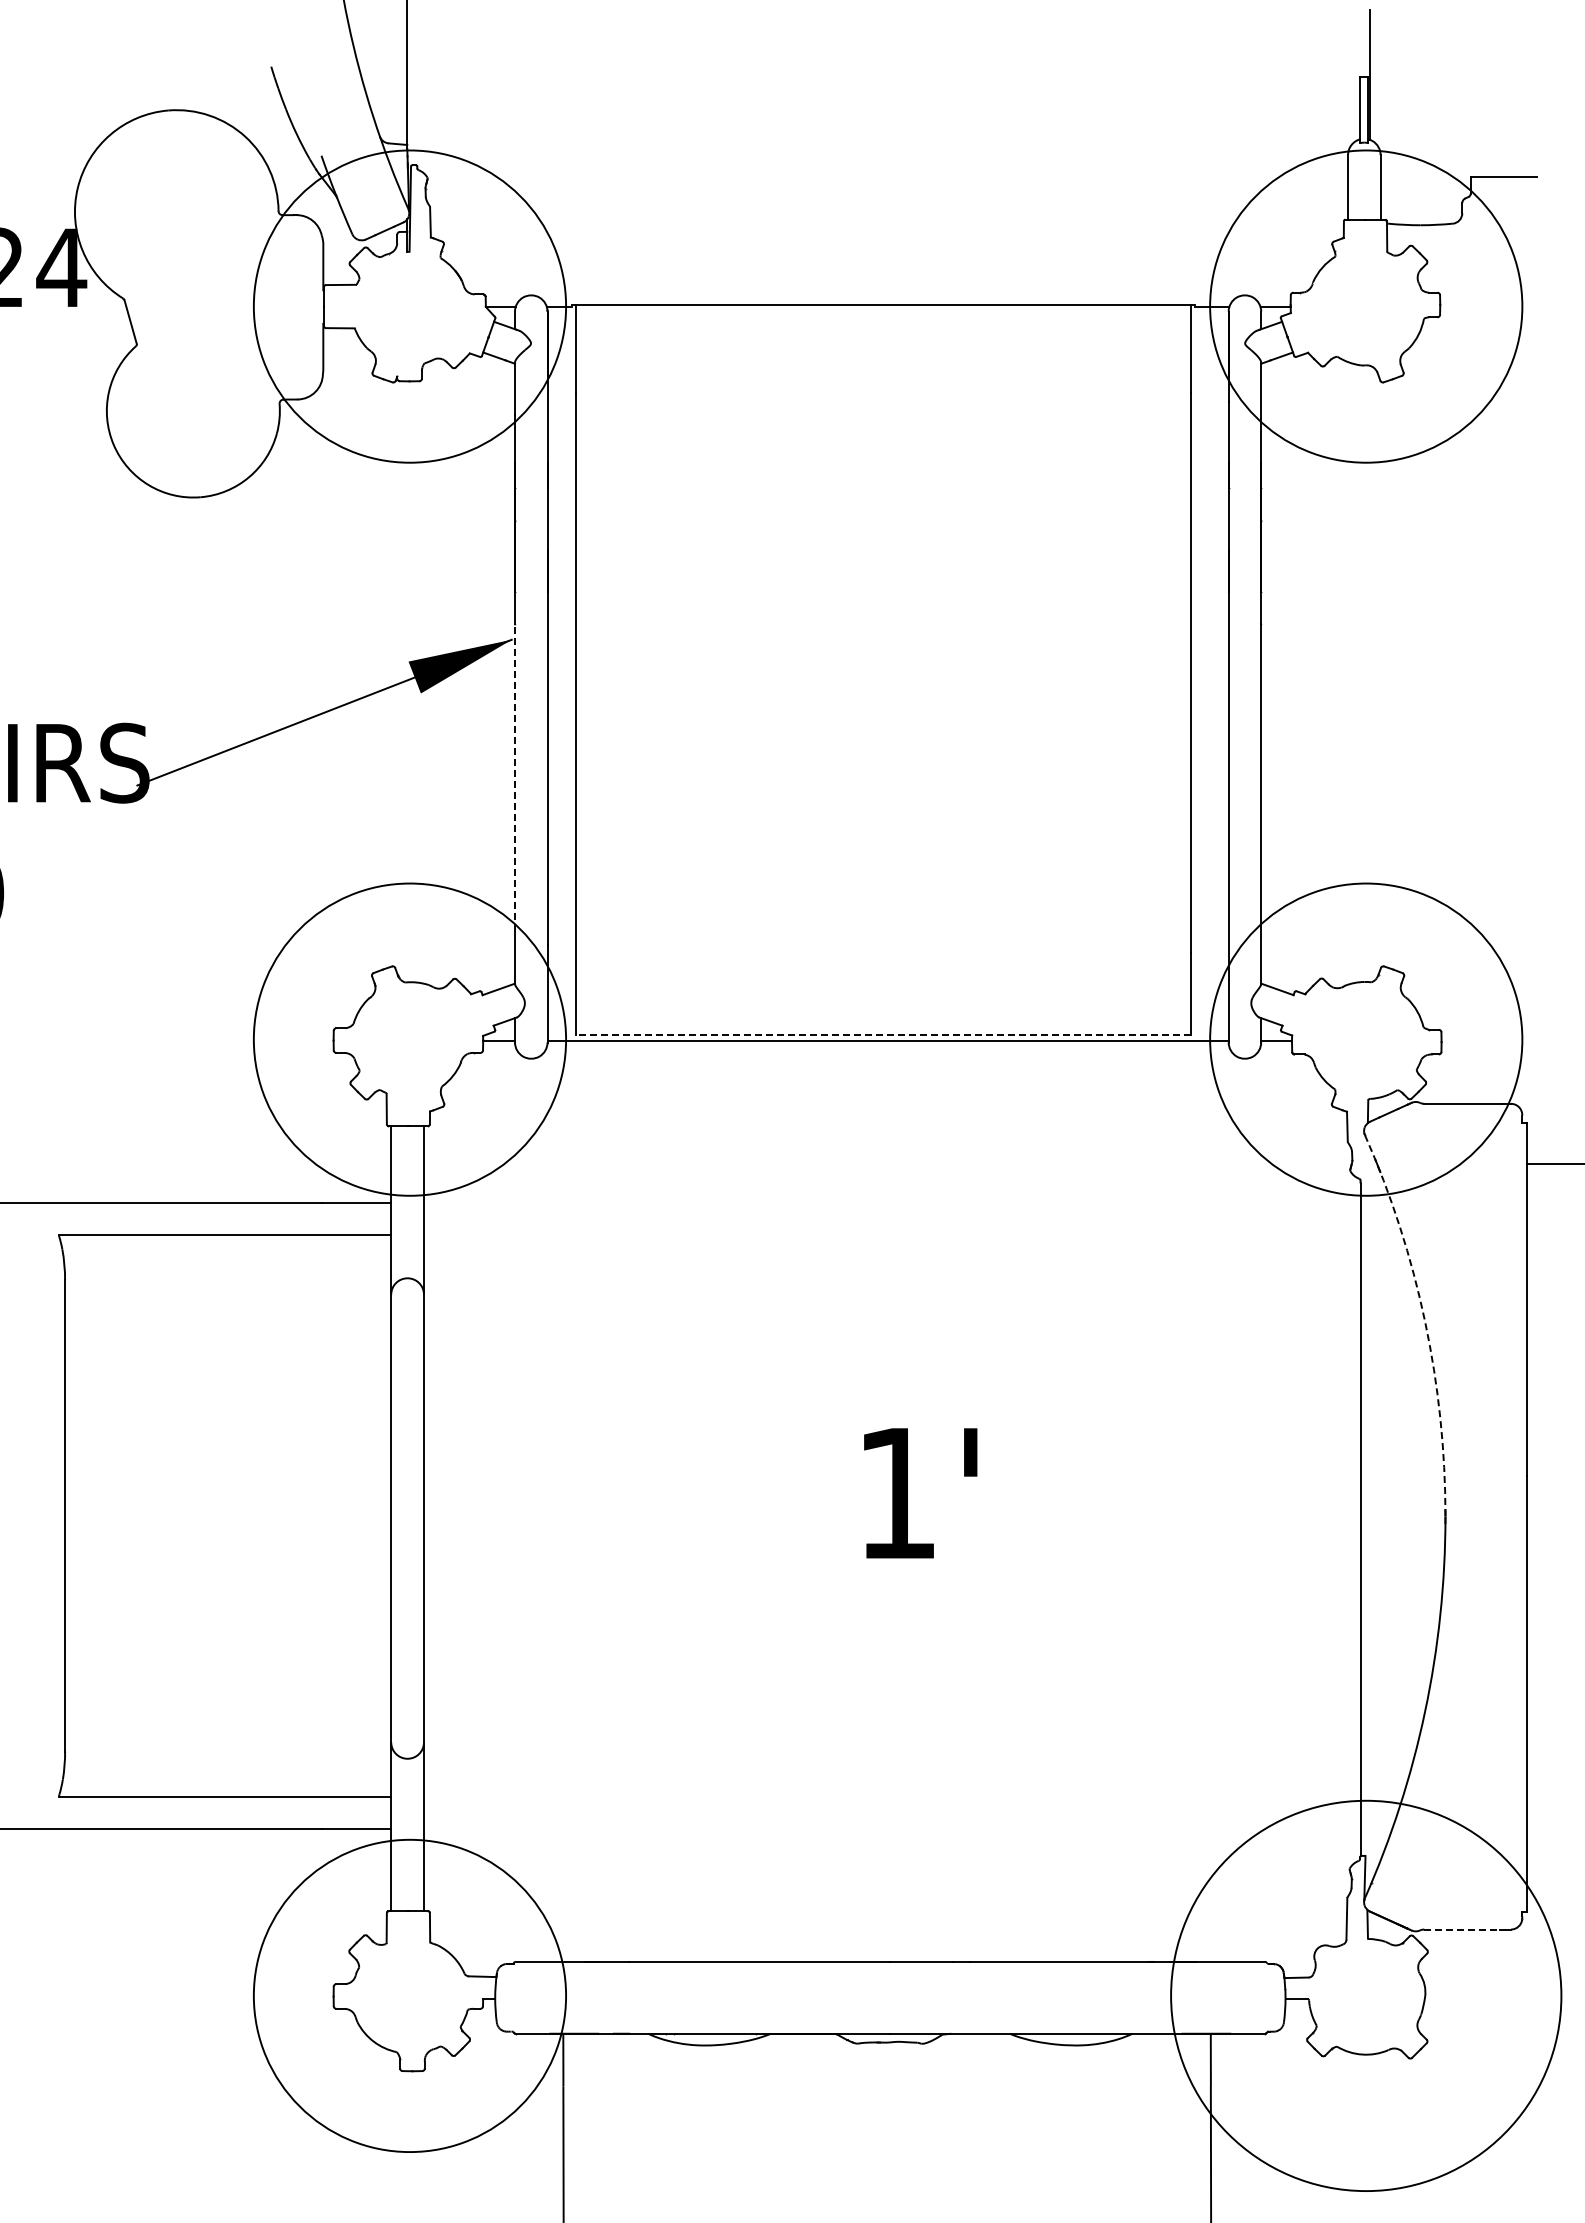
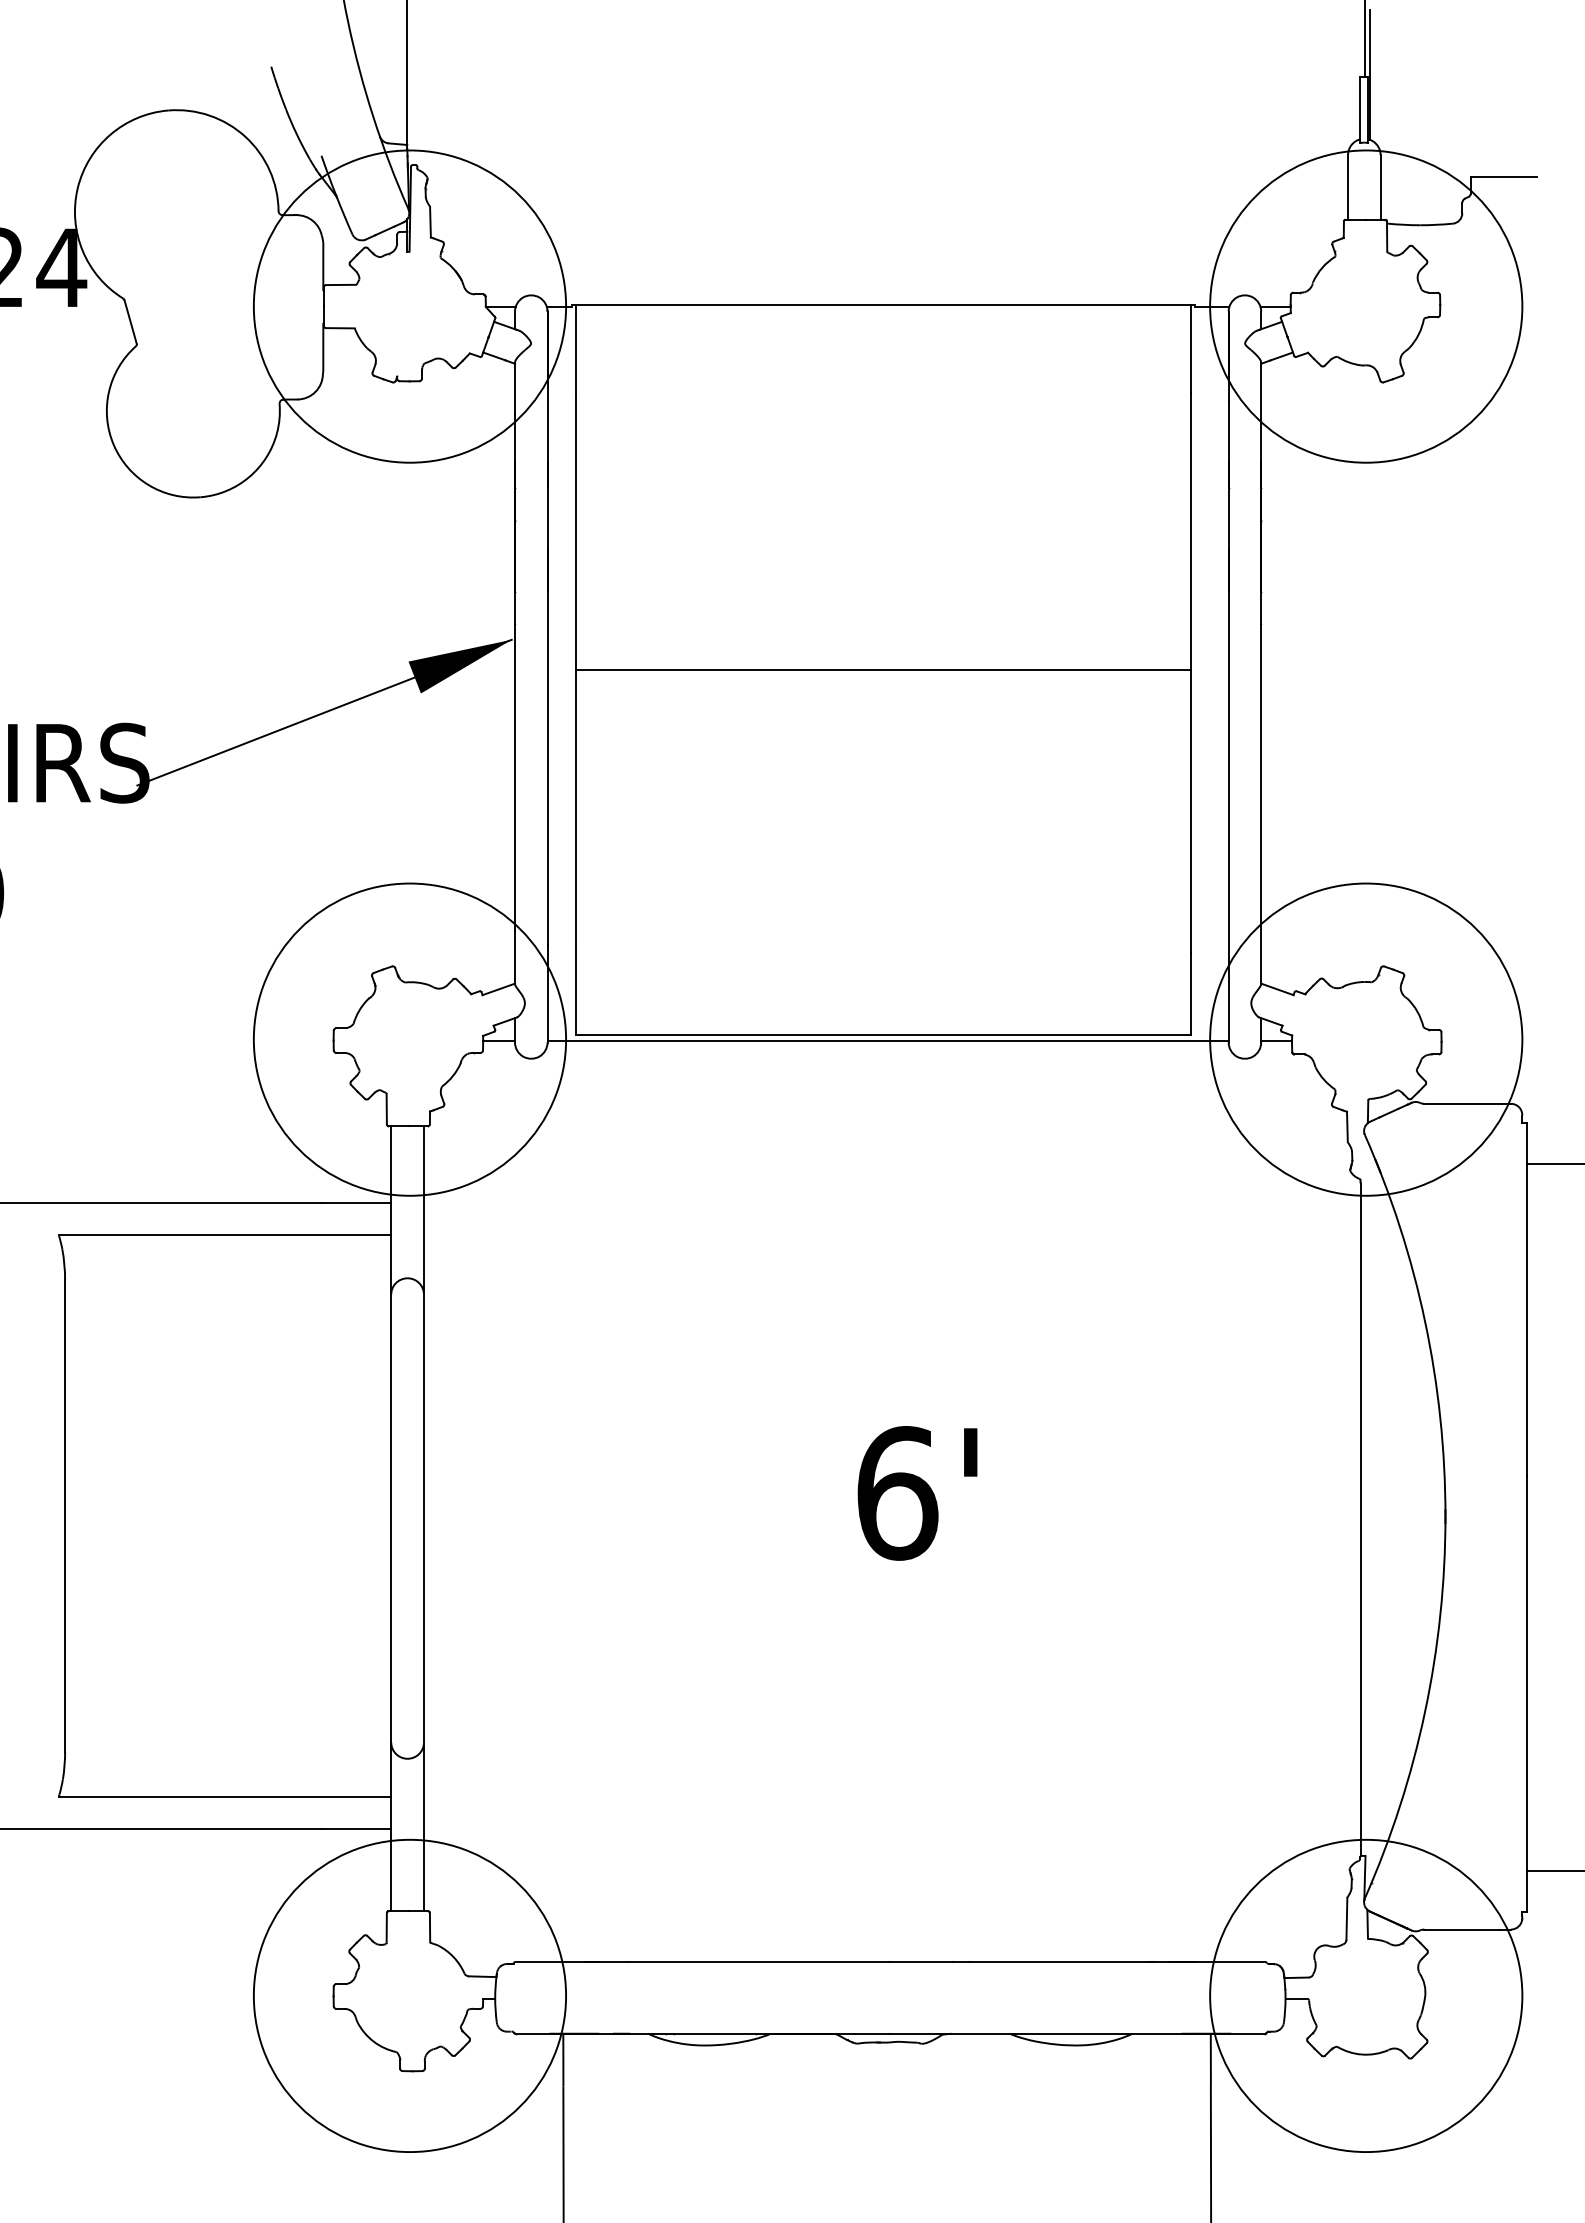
line at (1365, 39): none -> present
line at (883, 670): none -> present
line at (515, 777): dashed -> solid
line at (883, 1034): dashed -> solid
line at (1425, 1321): dashed -> solid
text at (897, 1493): 1' -> 6'
line at (1553, 1870): none -> present
line at (1461, 1929): dashed -> solid
circle at (1366, 1995) diameter: 390 px -> 312 px
